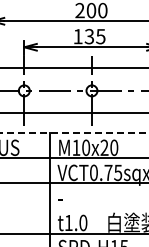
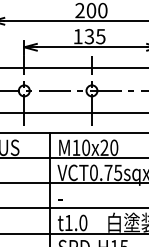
line at (74, 133): dashed -> solid
line at (73, 208): none -> present
